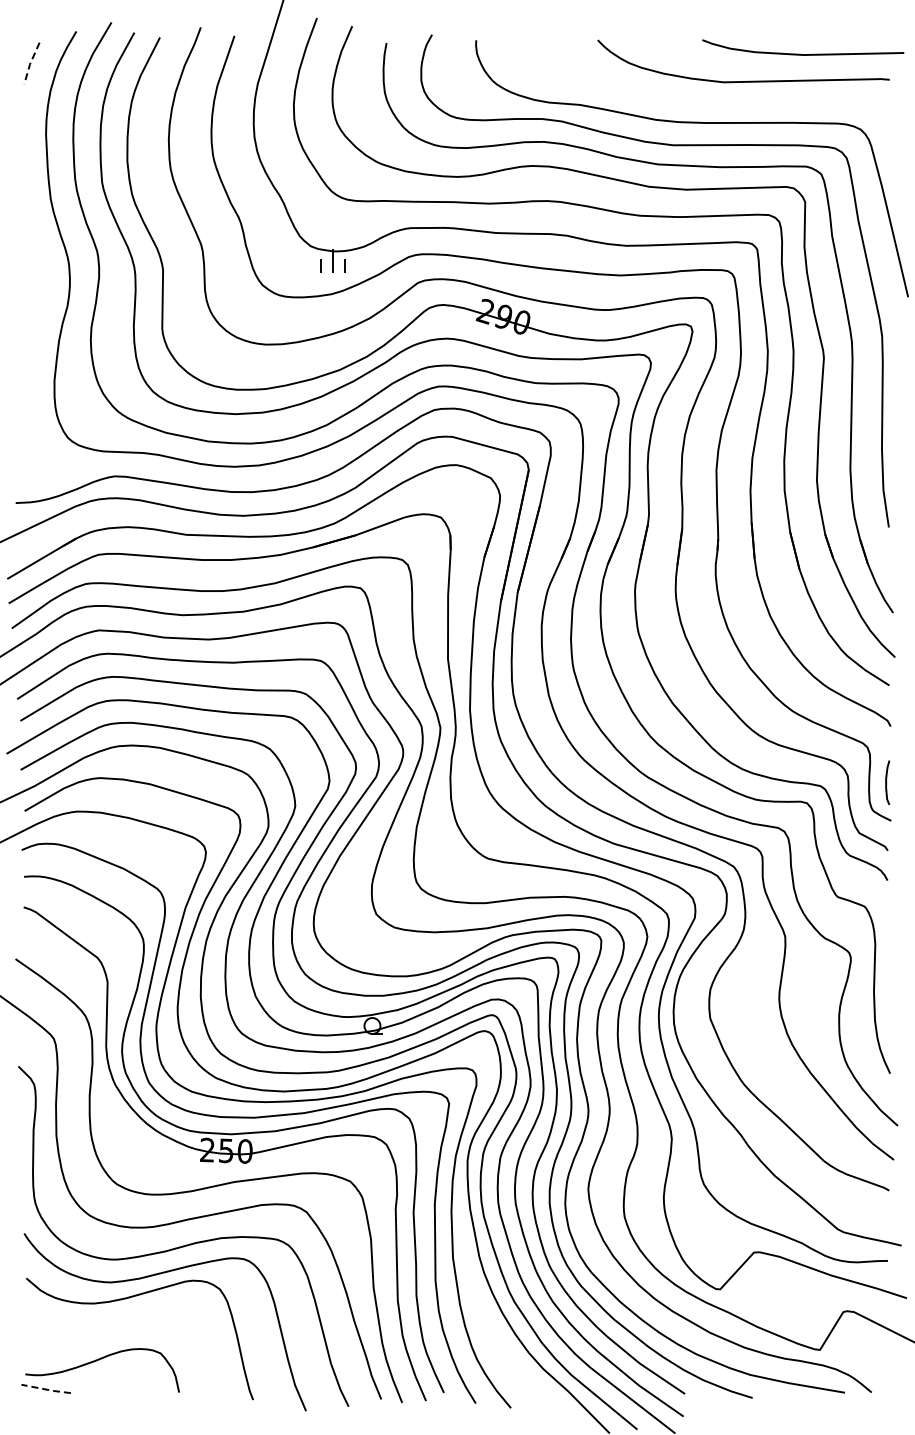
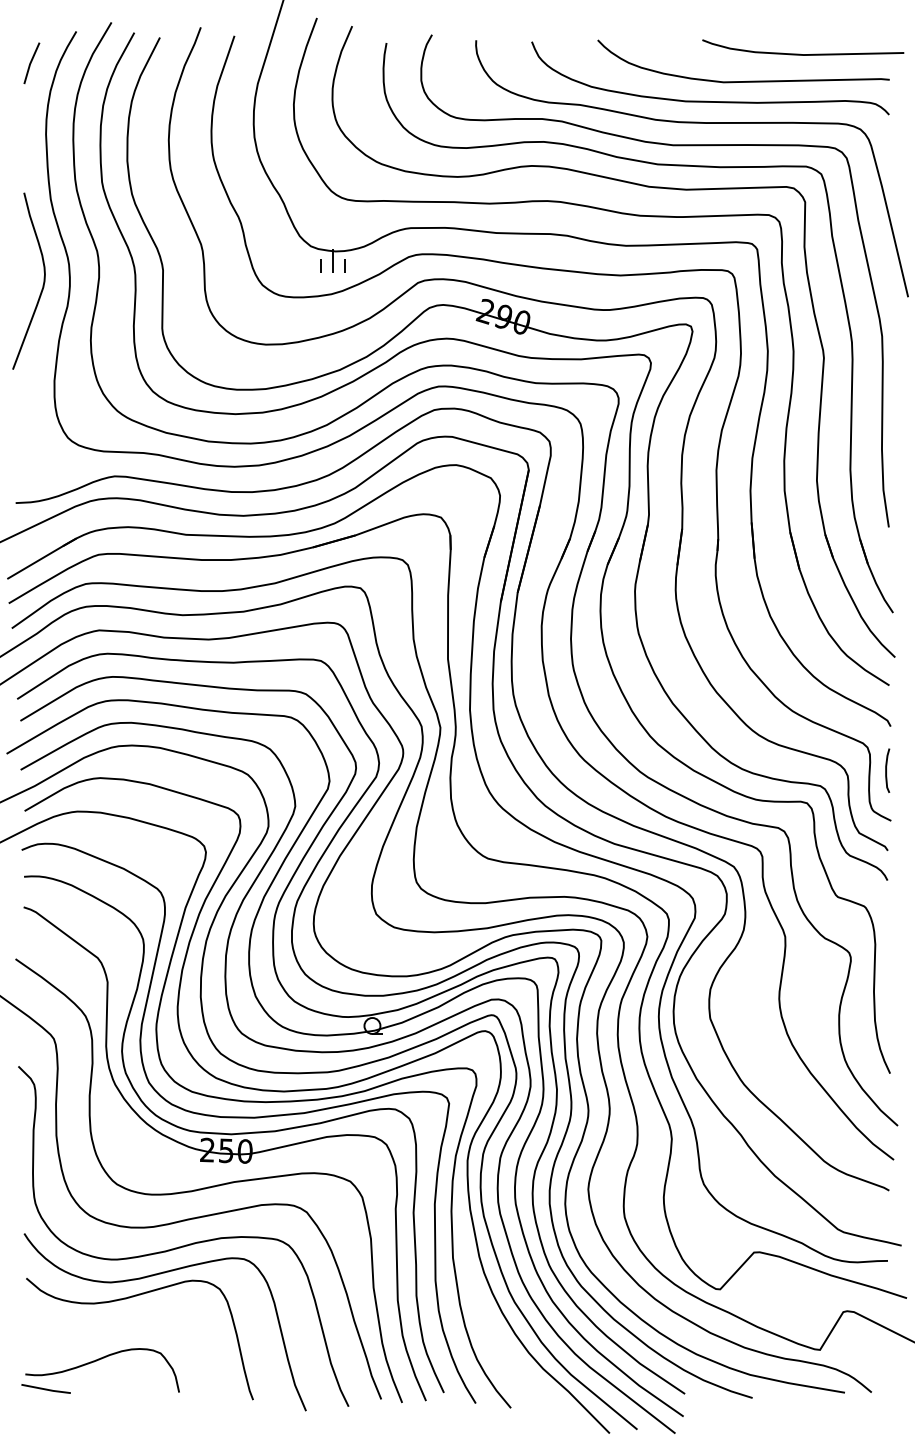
line at (30, 63): dashed -> solid
curve at (706, 100): none -> present
curve at (42, 285): none -> present
curve at (886, 782) position: (886, 782) -> (886, 770)
line at (46, 1389): dashed -> solid
